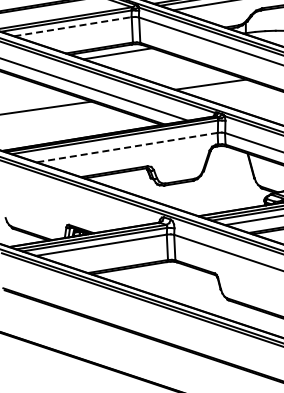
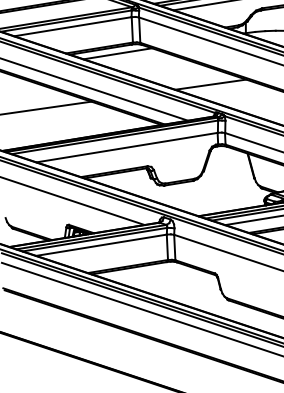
line at (73, 26): dashed -> solid
line at (127, 147): dashed -> solid
line at (73, 201): none -> present
line at (141, 309): none -> present
